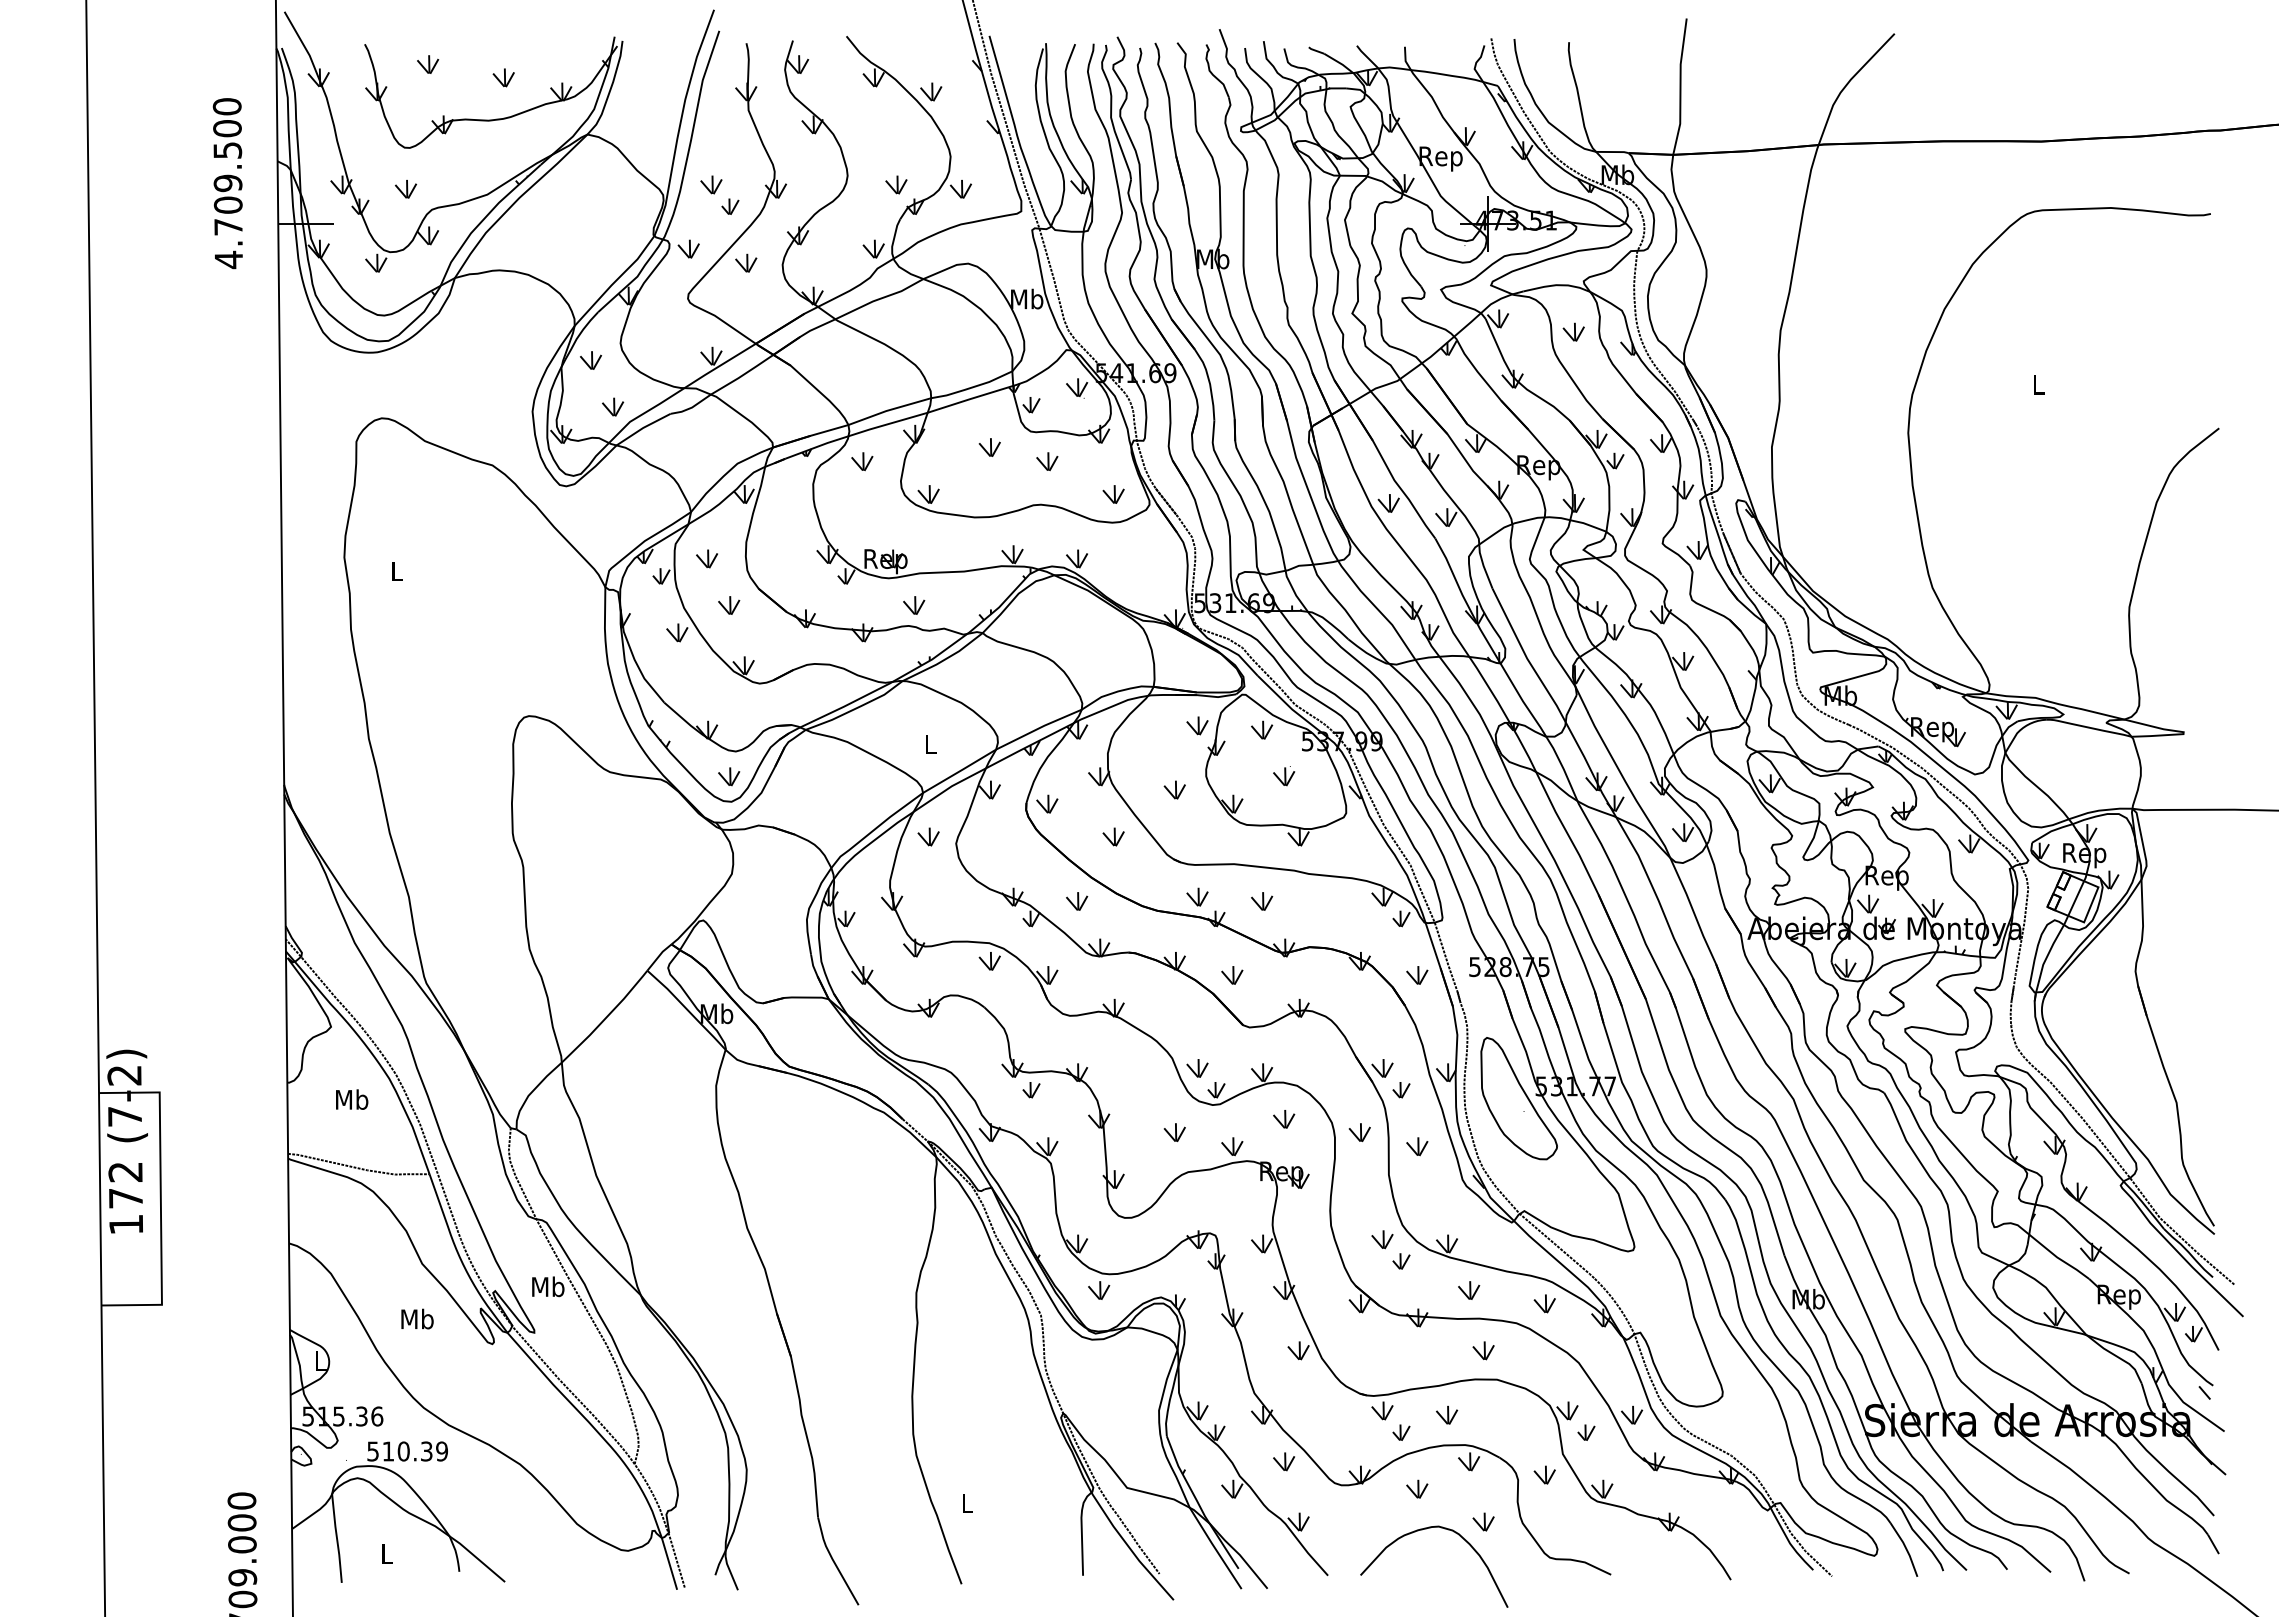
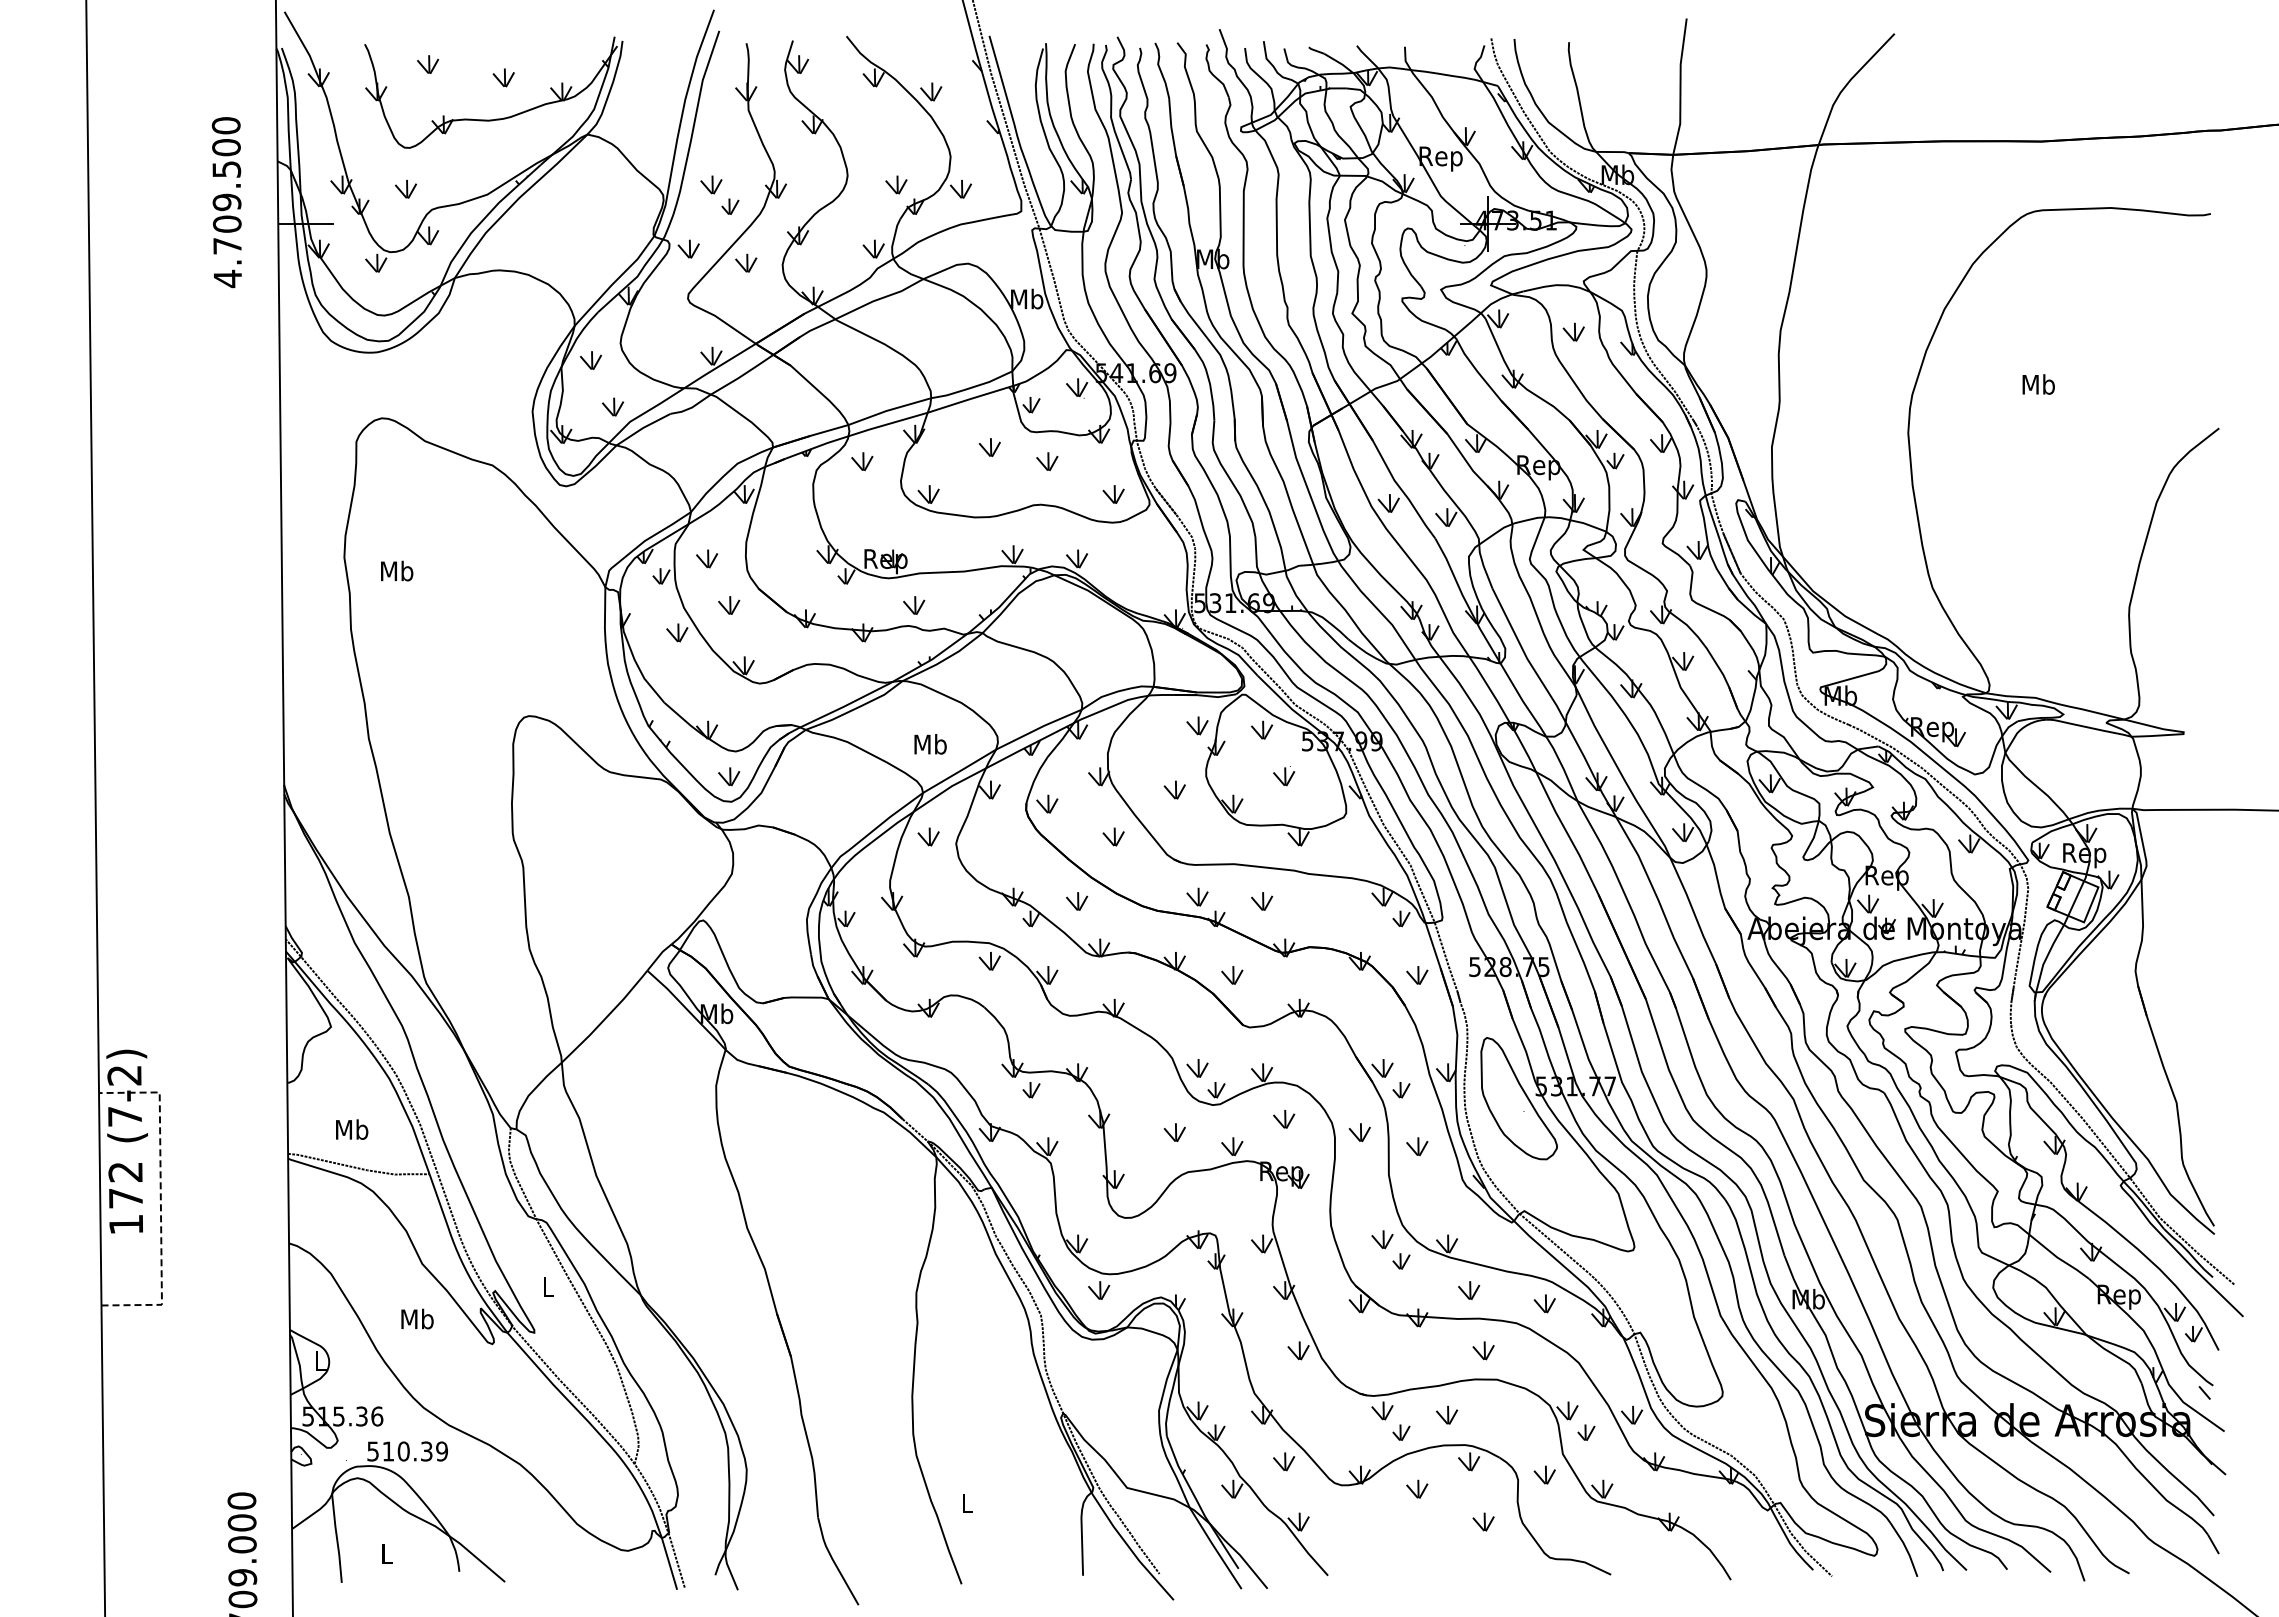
text at (227, 183) position: (227, 183) -> (226, 202)
text at (2038, 384): L -> Mb
text at (397, 570): L -> Mb
text at (930, 744): L -> Mb
text at (352, 1099) position: (352, 1099) -> (352, 1129)
line at (160, 1198): solid -> dashed
text at (548, 1286): Mb -> L
curve at (1426, 1529): present -> none
